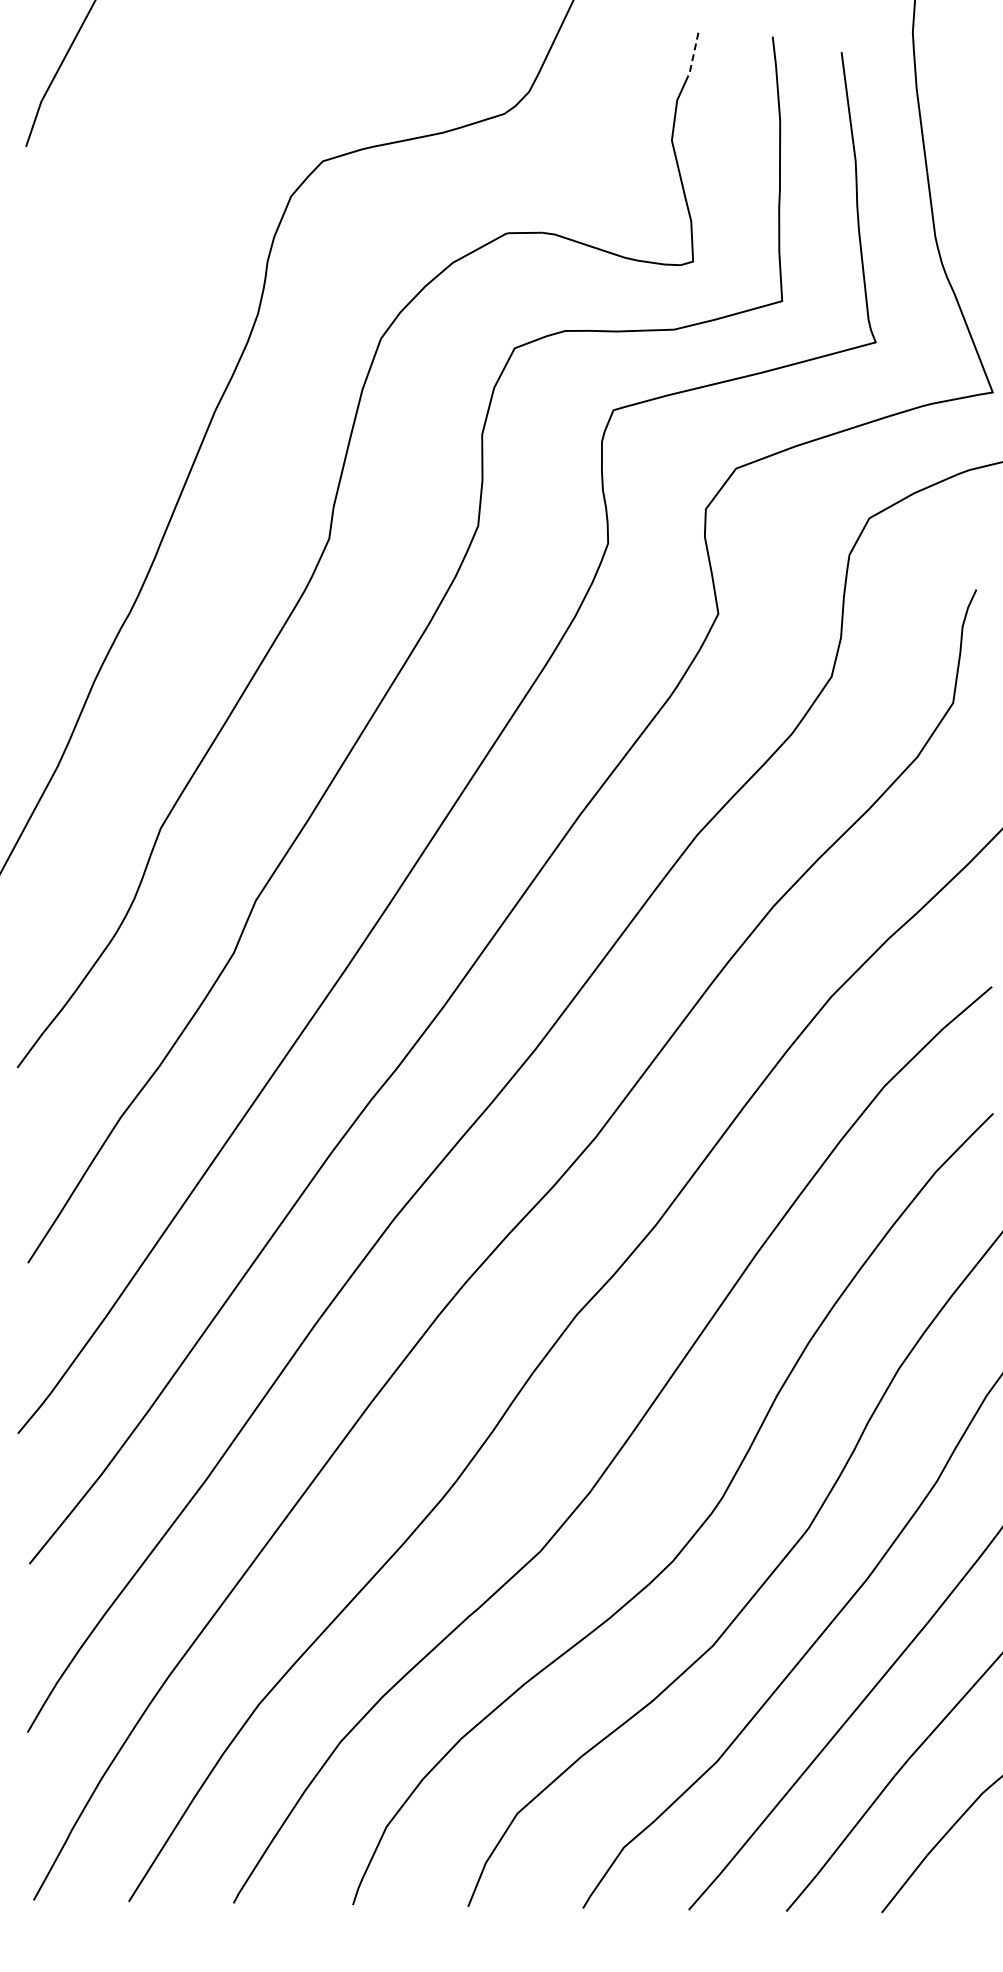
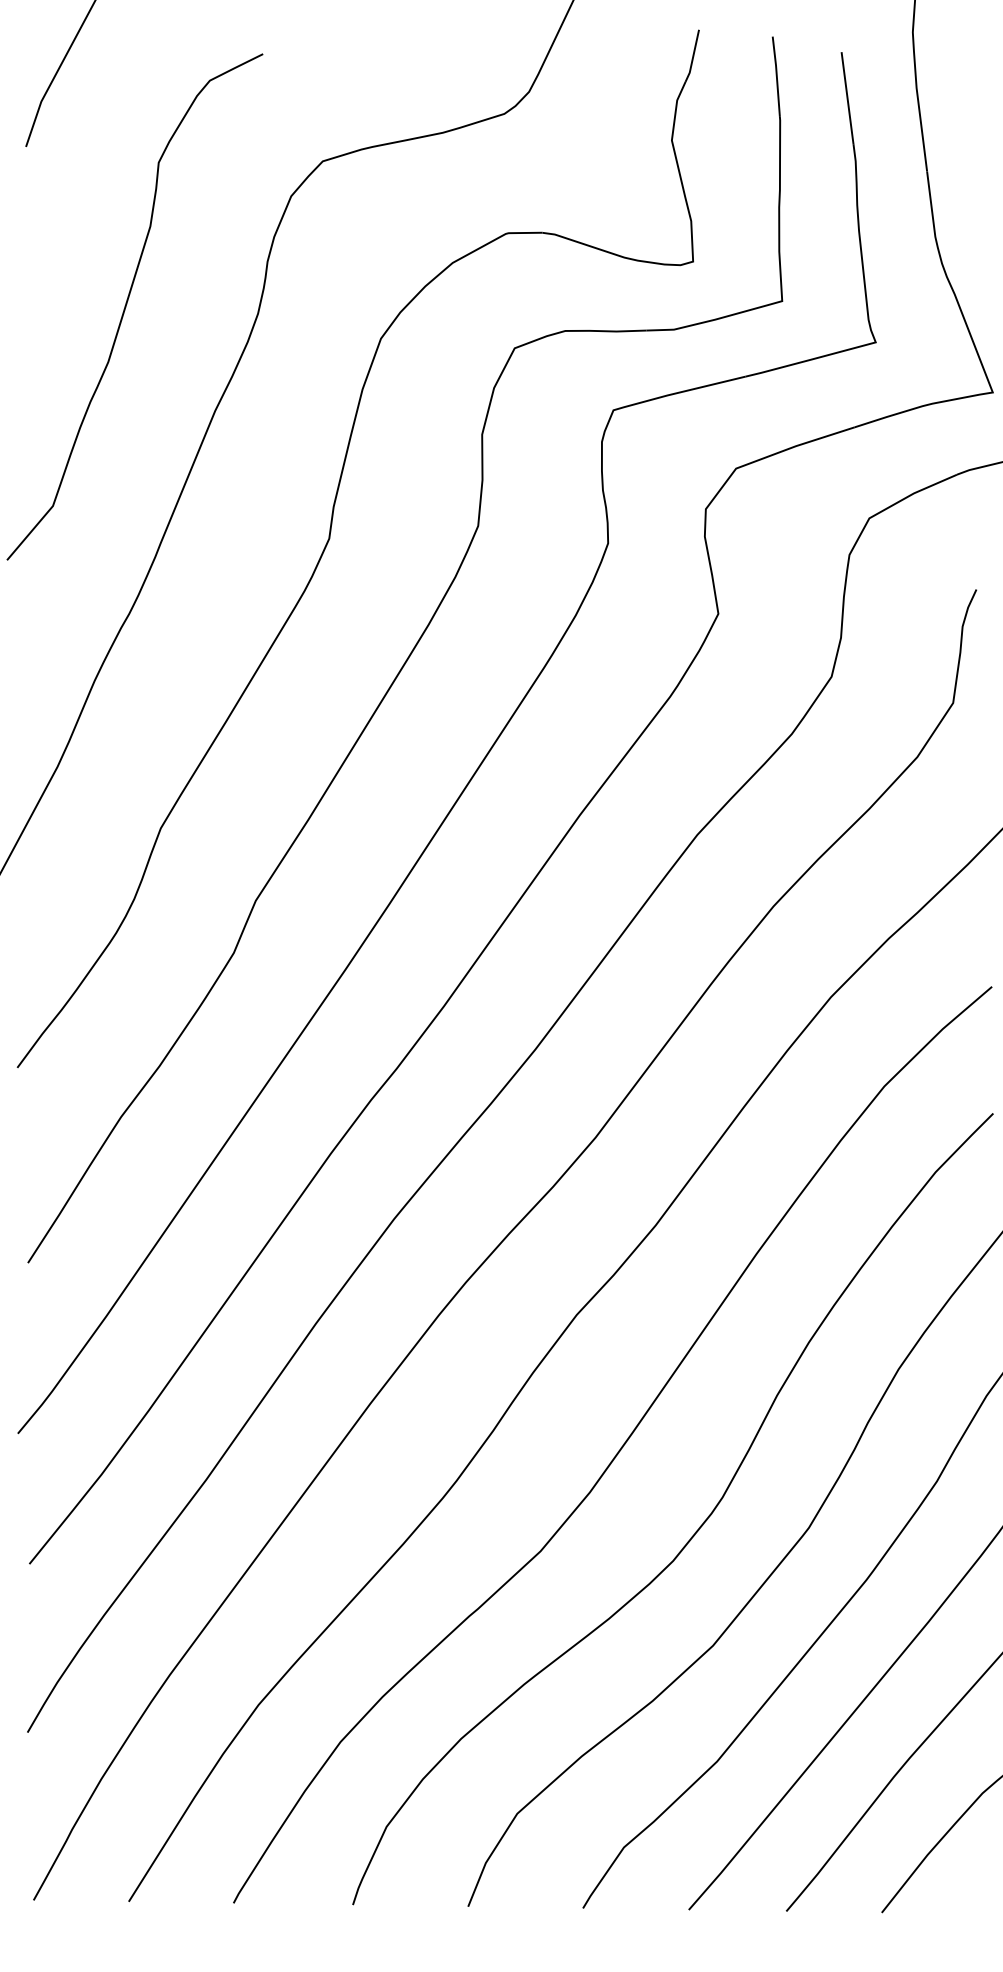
line at (693, 57): dashed -> solid
curve at (127, 304): none -> present
